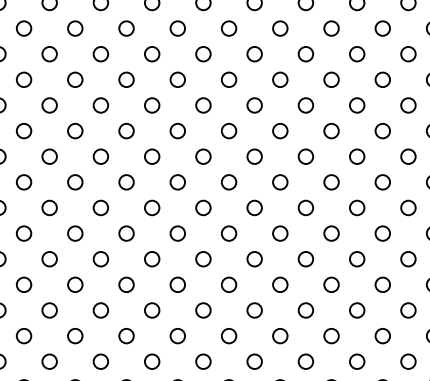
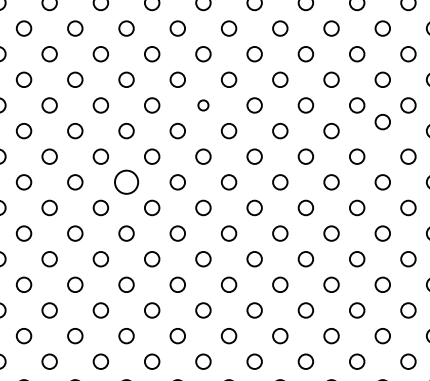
circle at (203, 105) size: 17x17 px -> 13x13 px
circle at (382, 131) position: (382, 131) -> (382, 122)
circle at (126, 182) size: 17x17 px -> 26x26 px
